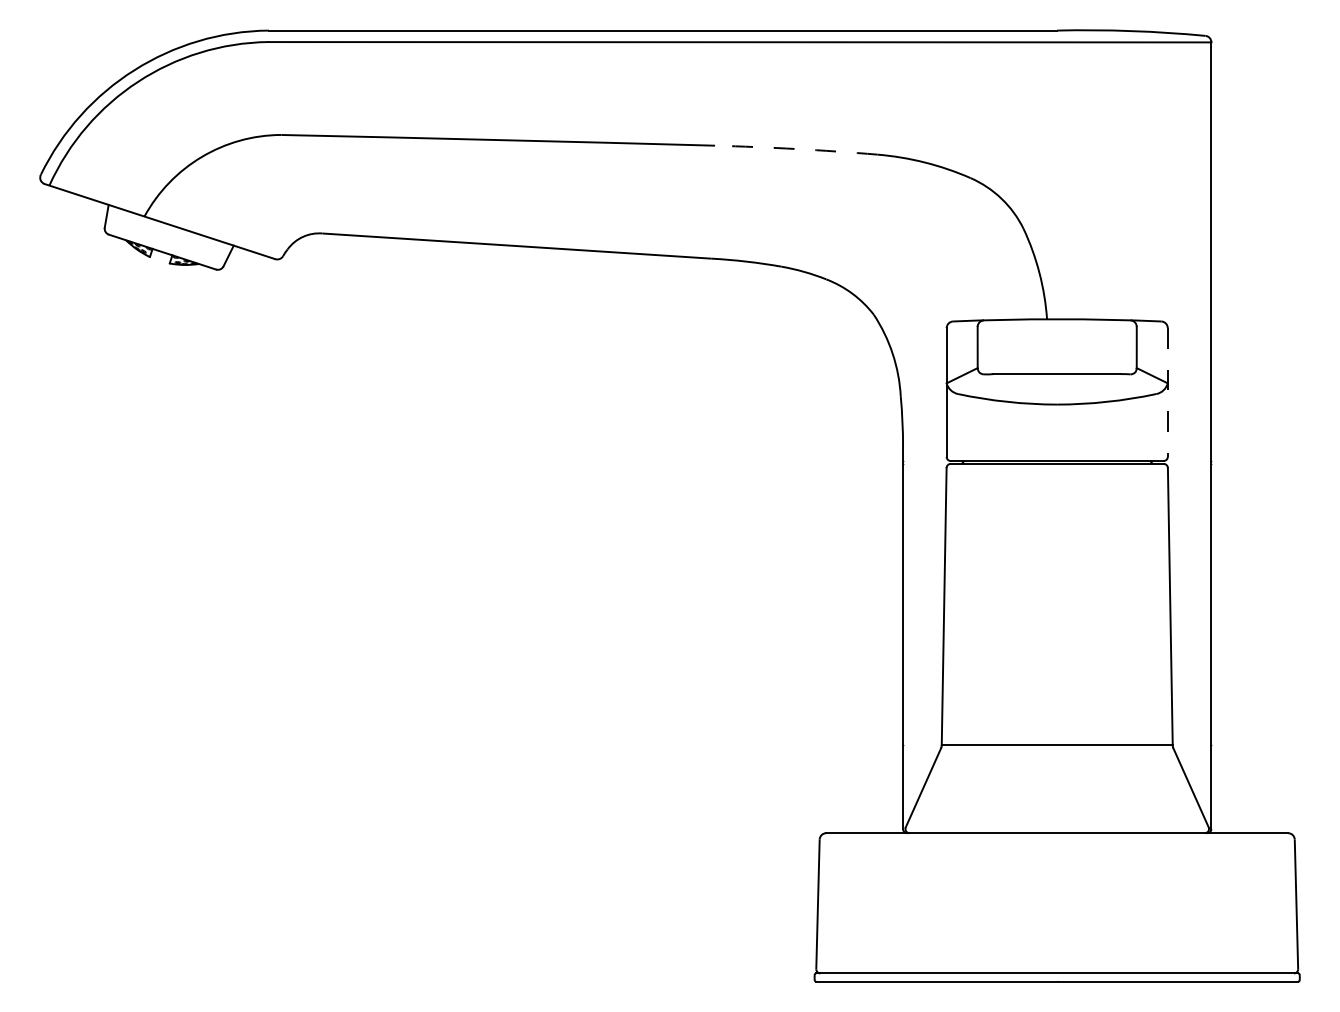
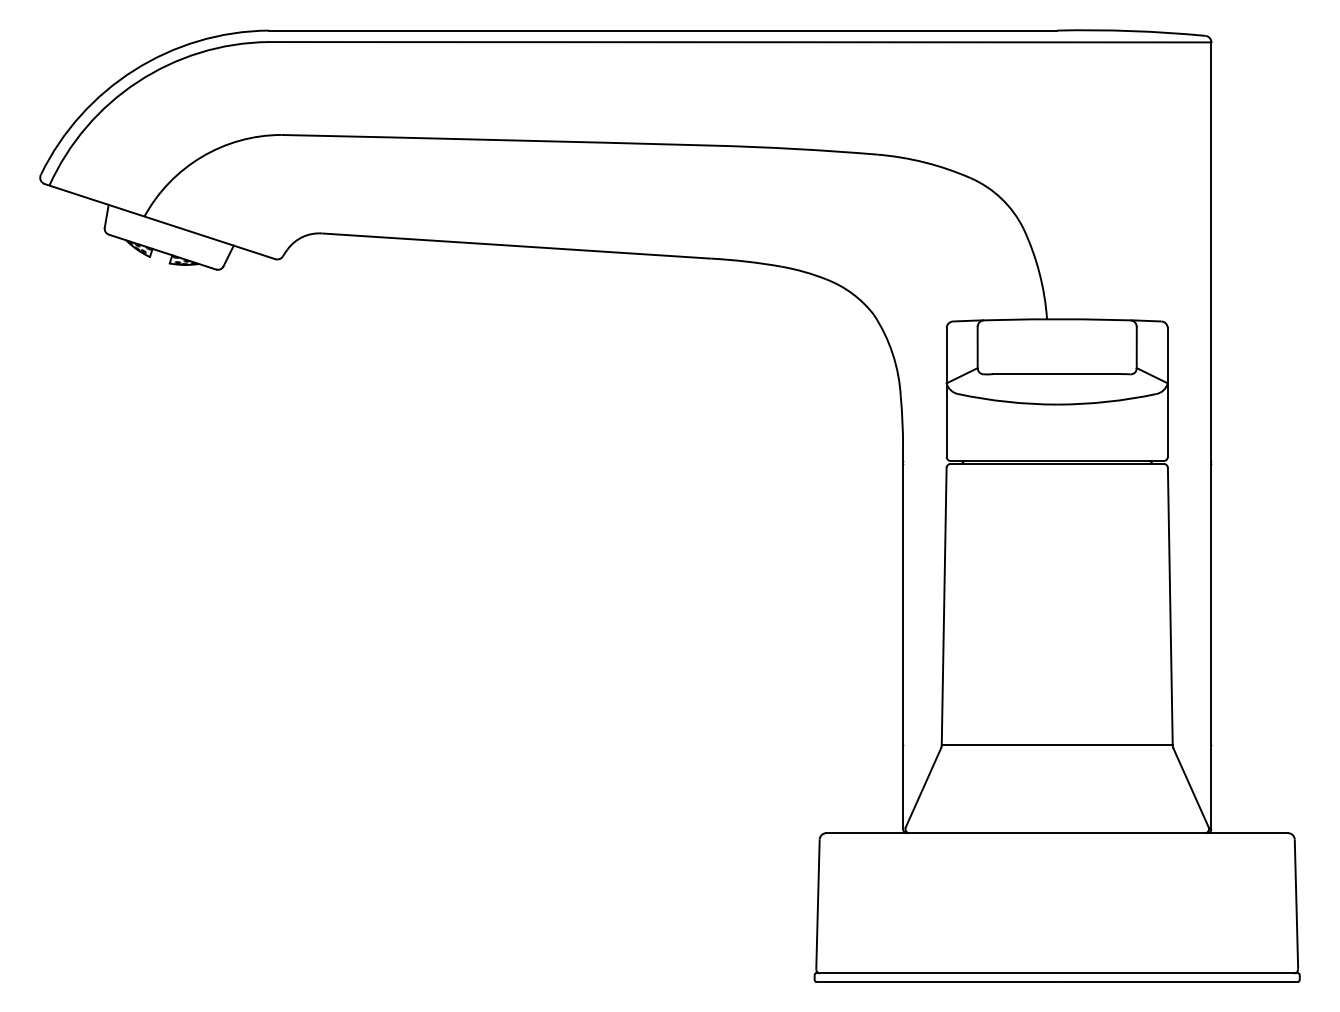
arc at (796, 149): dashed -> solid
line at (1167, 392): dashed -> solid
